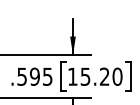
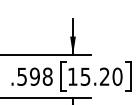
text at (47, 76): .595 -> .598
